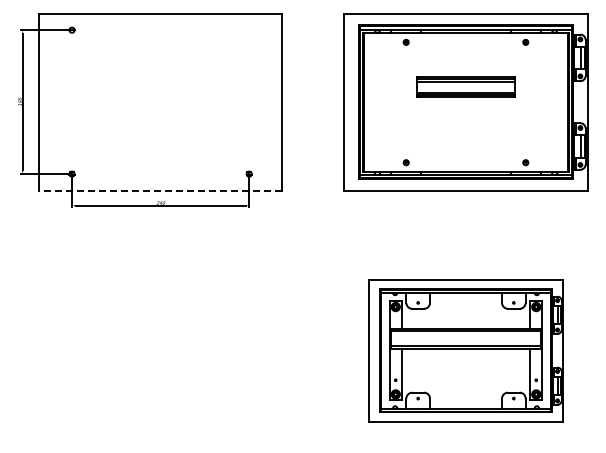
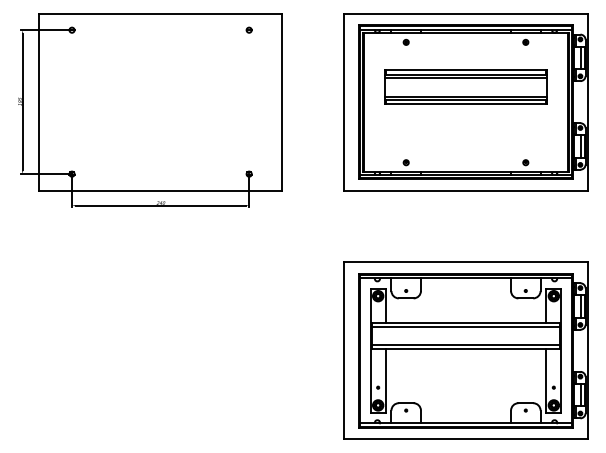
part at (248, 29): none -> present
part at (465, 86) size: 100x22 px -> 164x36 px
line at (160, 190): dashed -> solid
part at (465, 350) size: 196x144 px -> 246x179 px
